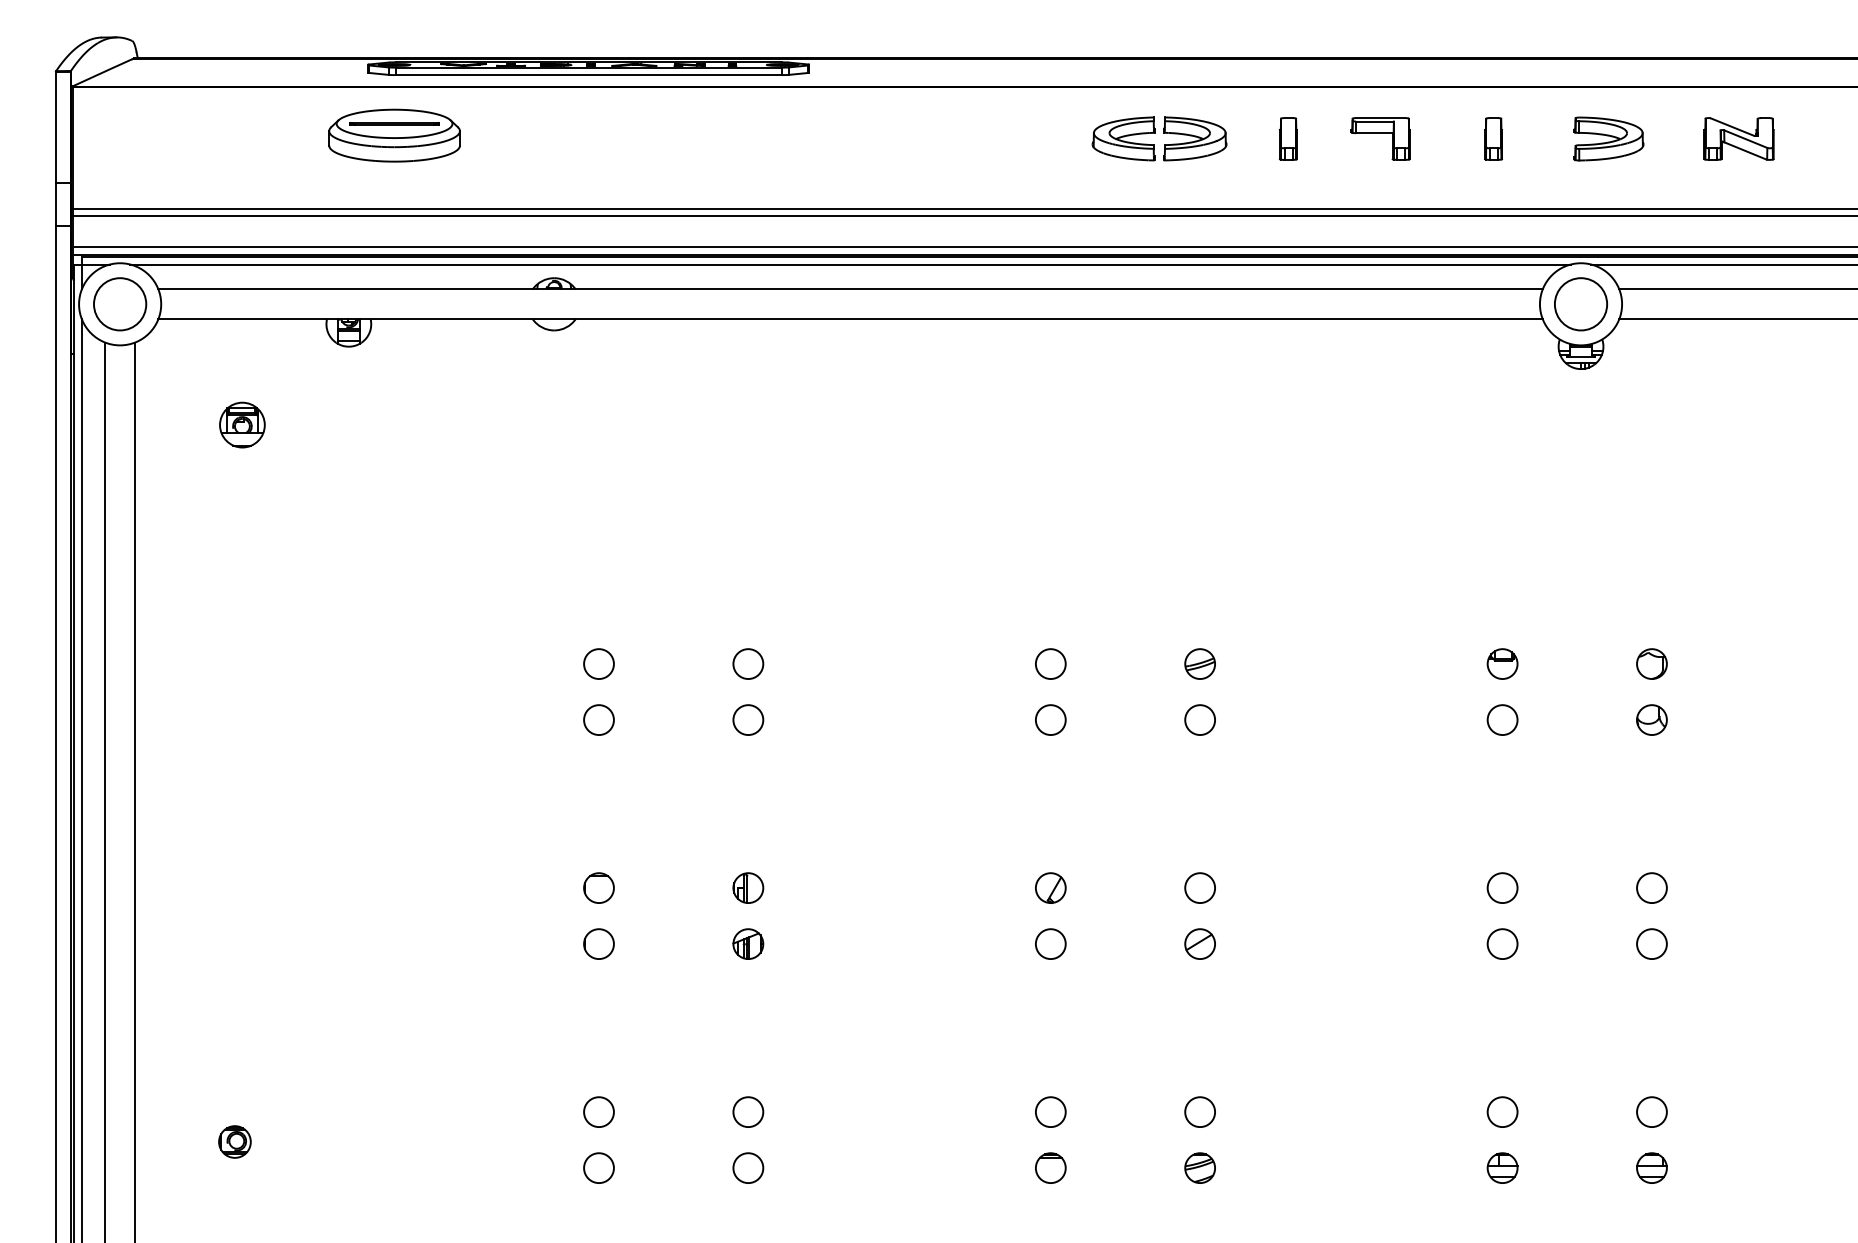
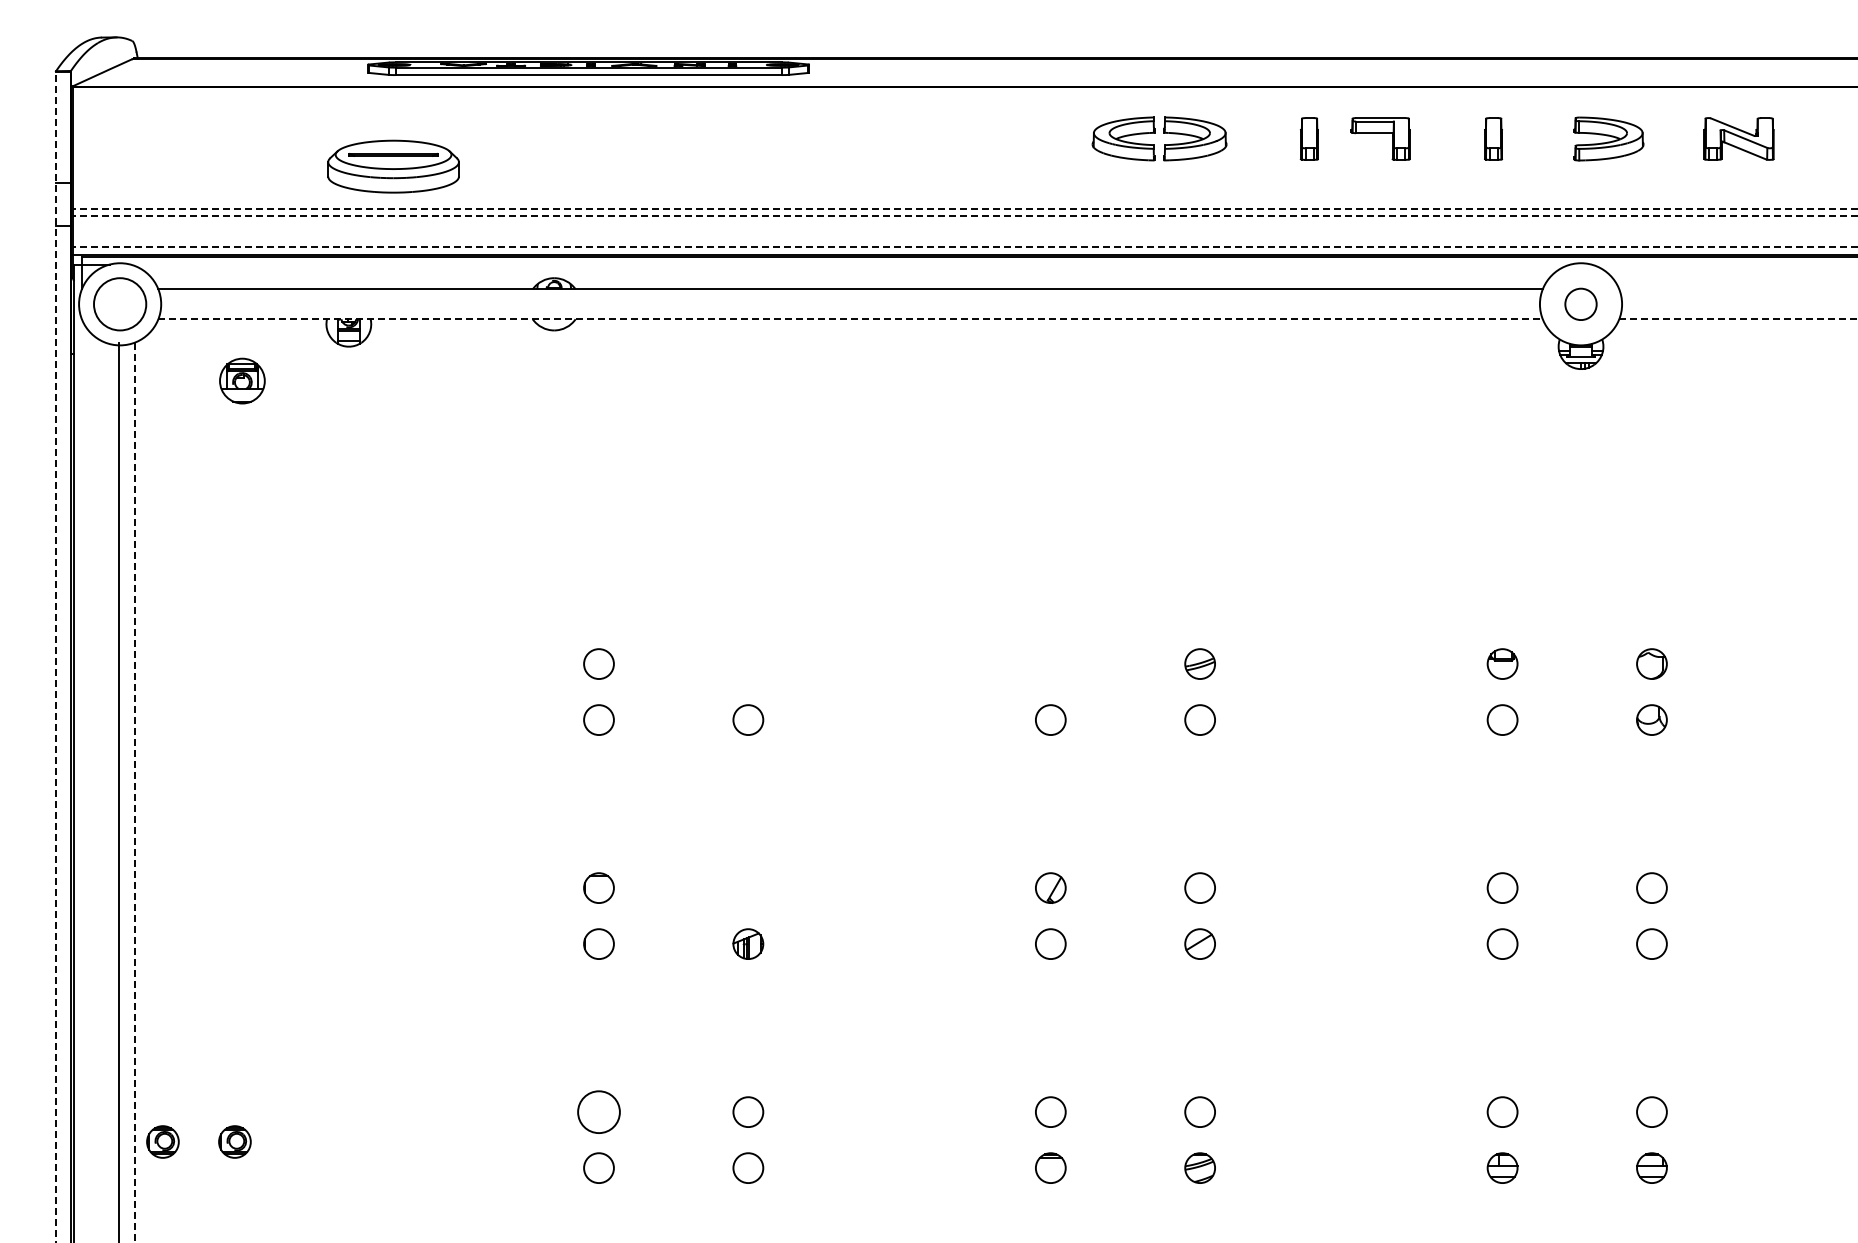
part at (394, 135) position: (394, 135) -> (393, 166)
part at (1287, 138) position: (1287, 138) -> (1308, 138)
line at (965, 208): solid -> dashed
line at (965, 216): solid -> dashed
line at (965, 247): solid -> dashed
line at (850, 264): present -> none
line at (1722, 264): present -> none
line at (1736, 289): present -> none
part at (1580, 304) size: 54x55 px -> 34x34 px
line at (851, 319): solid -> dashed
line at (1738, 319): solid -> dashed
part at (242, 424) position: (242, 424) -> (242, 380)
line at (55, 656): solid -> dashed
part at (748, 663): present -> none
part at (1050, 663): present -> none
line at (81, 779): present -> none
line at (105, 790) position: (105, 790) -> (119, 790)
line at (135, 793): solid -> dashed
part at (748, 887): present -> none
part at (598, 1111) size: 32x32 px -> 44x44 px
part at (162, 1141): none -> present
